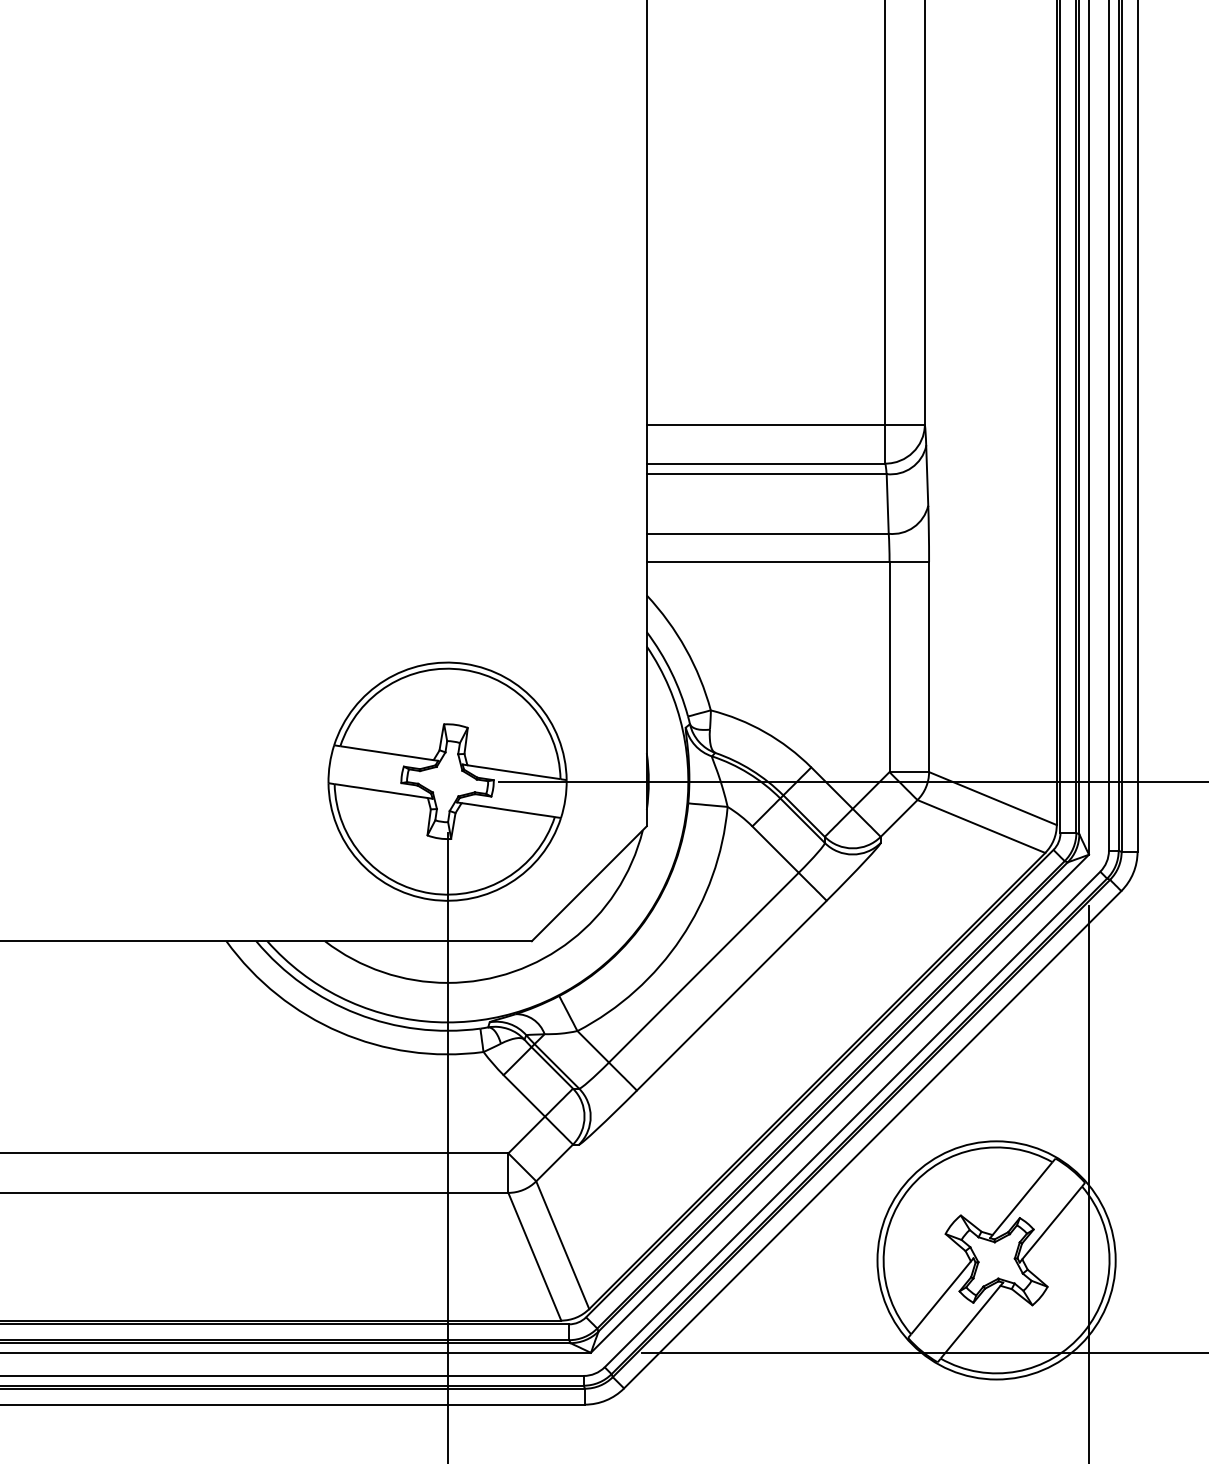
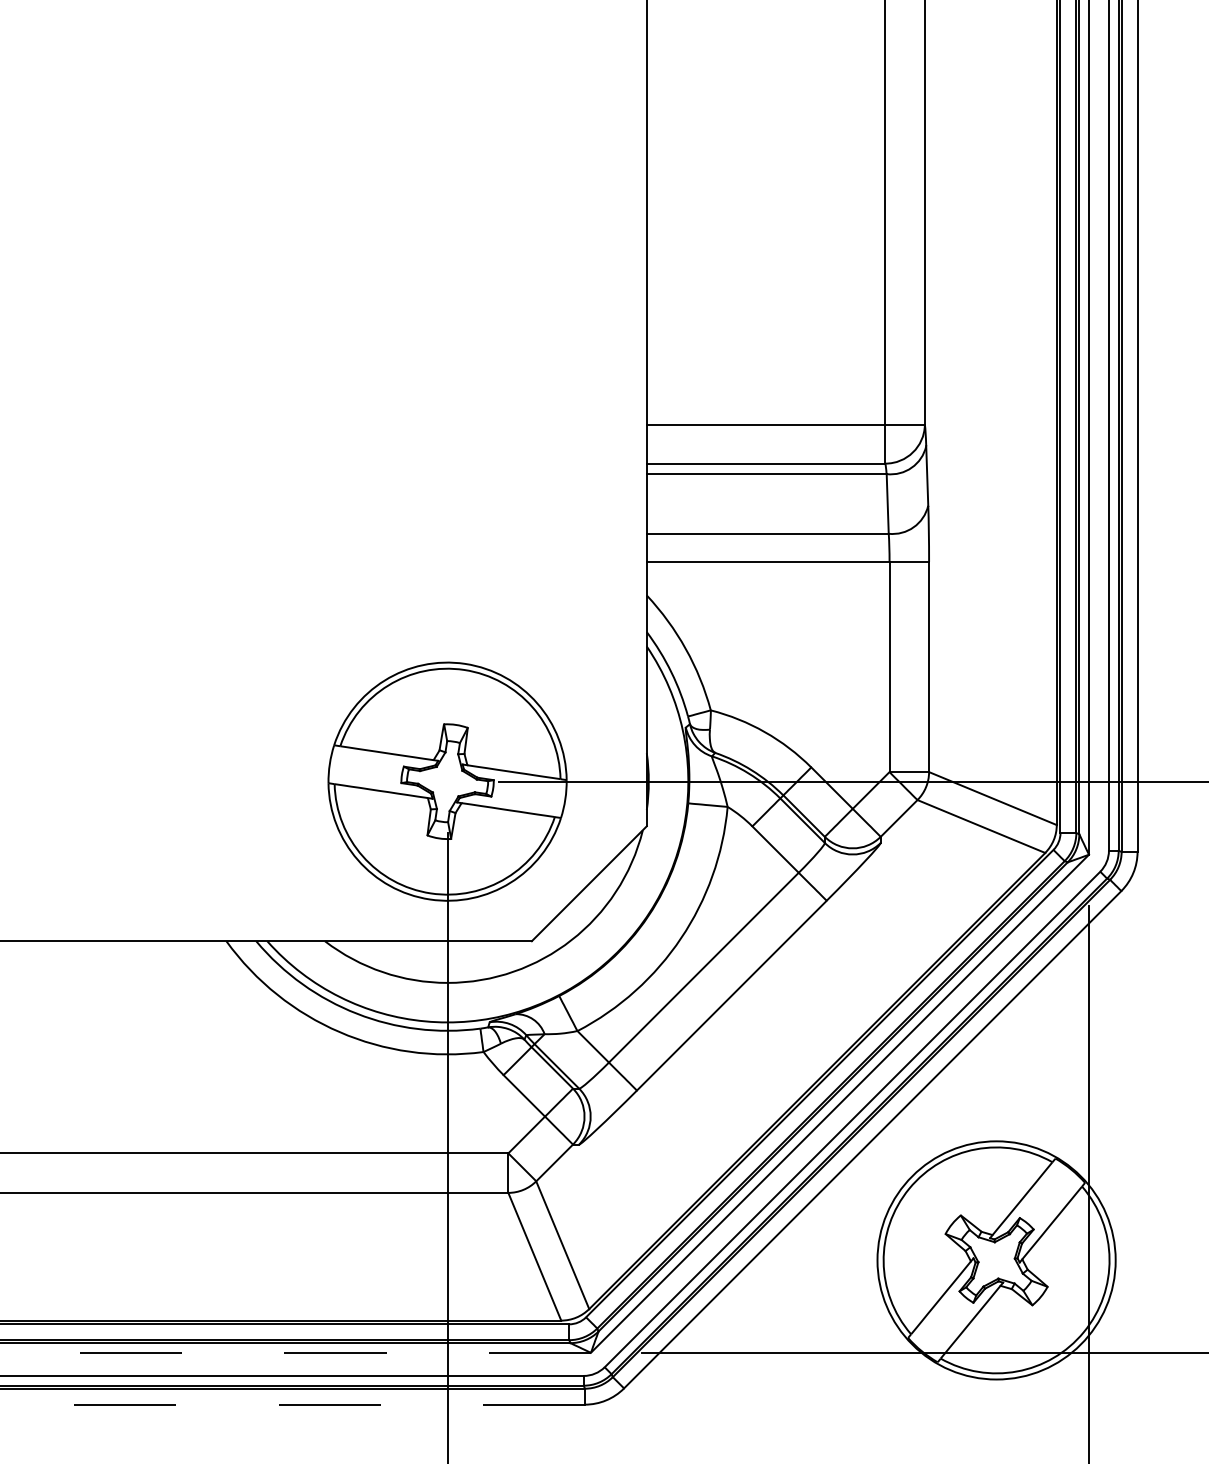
line at (295, 1352): solid -> dashed
line at (292, 1404): solid -> dashed
